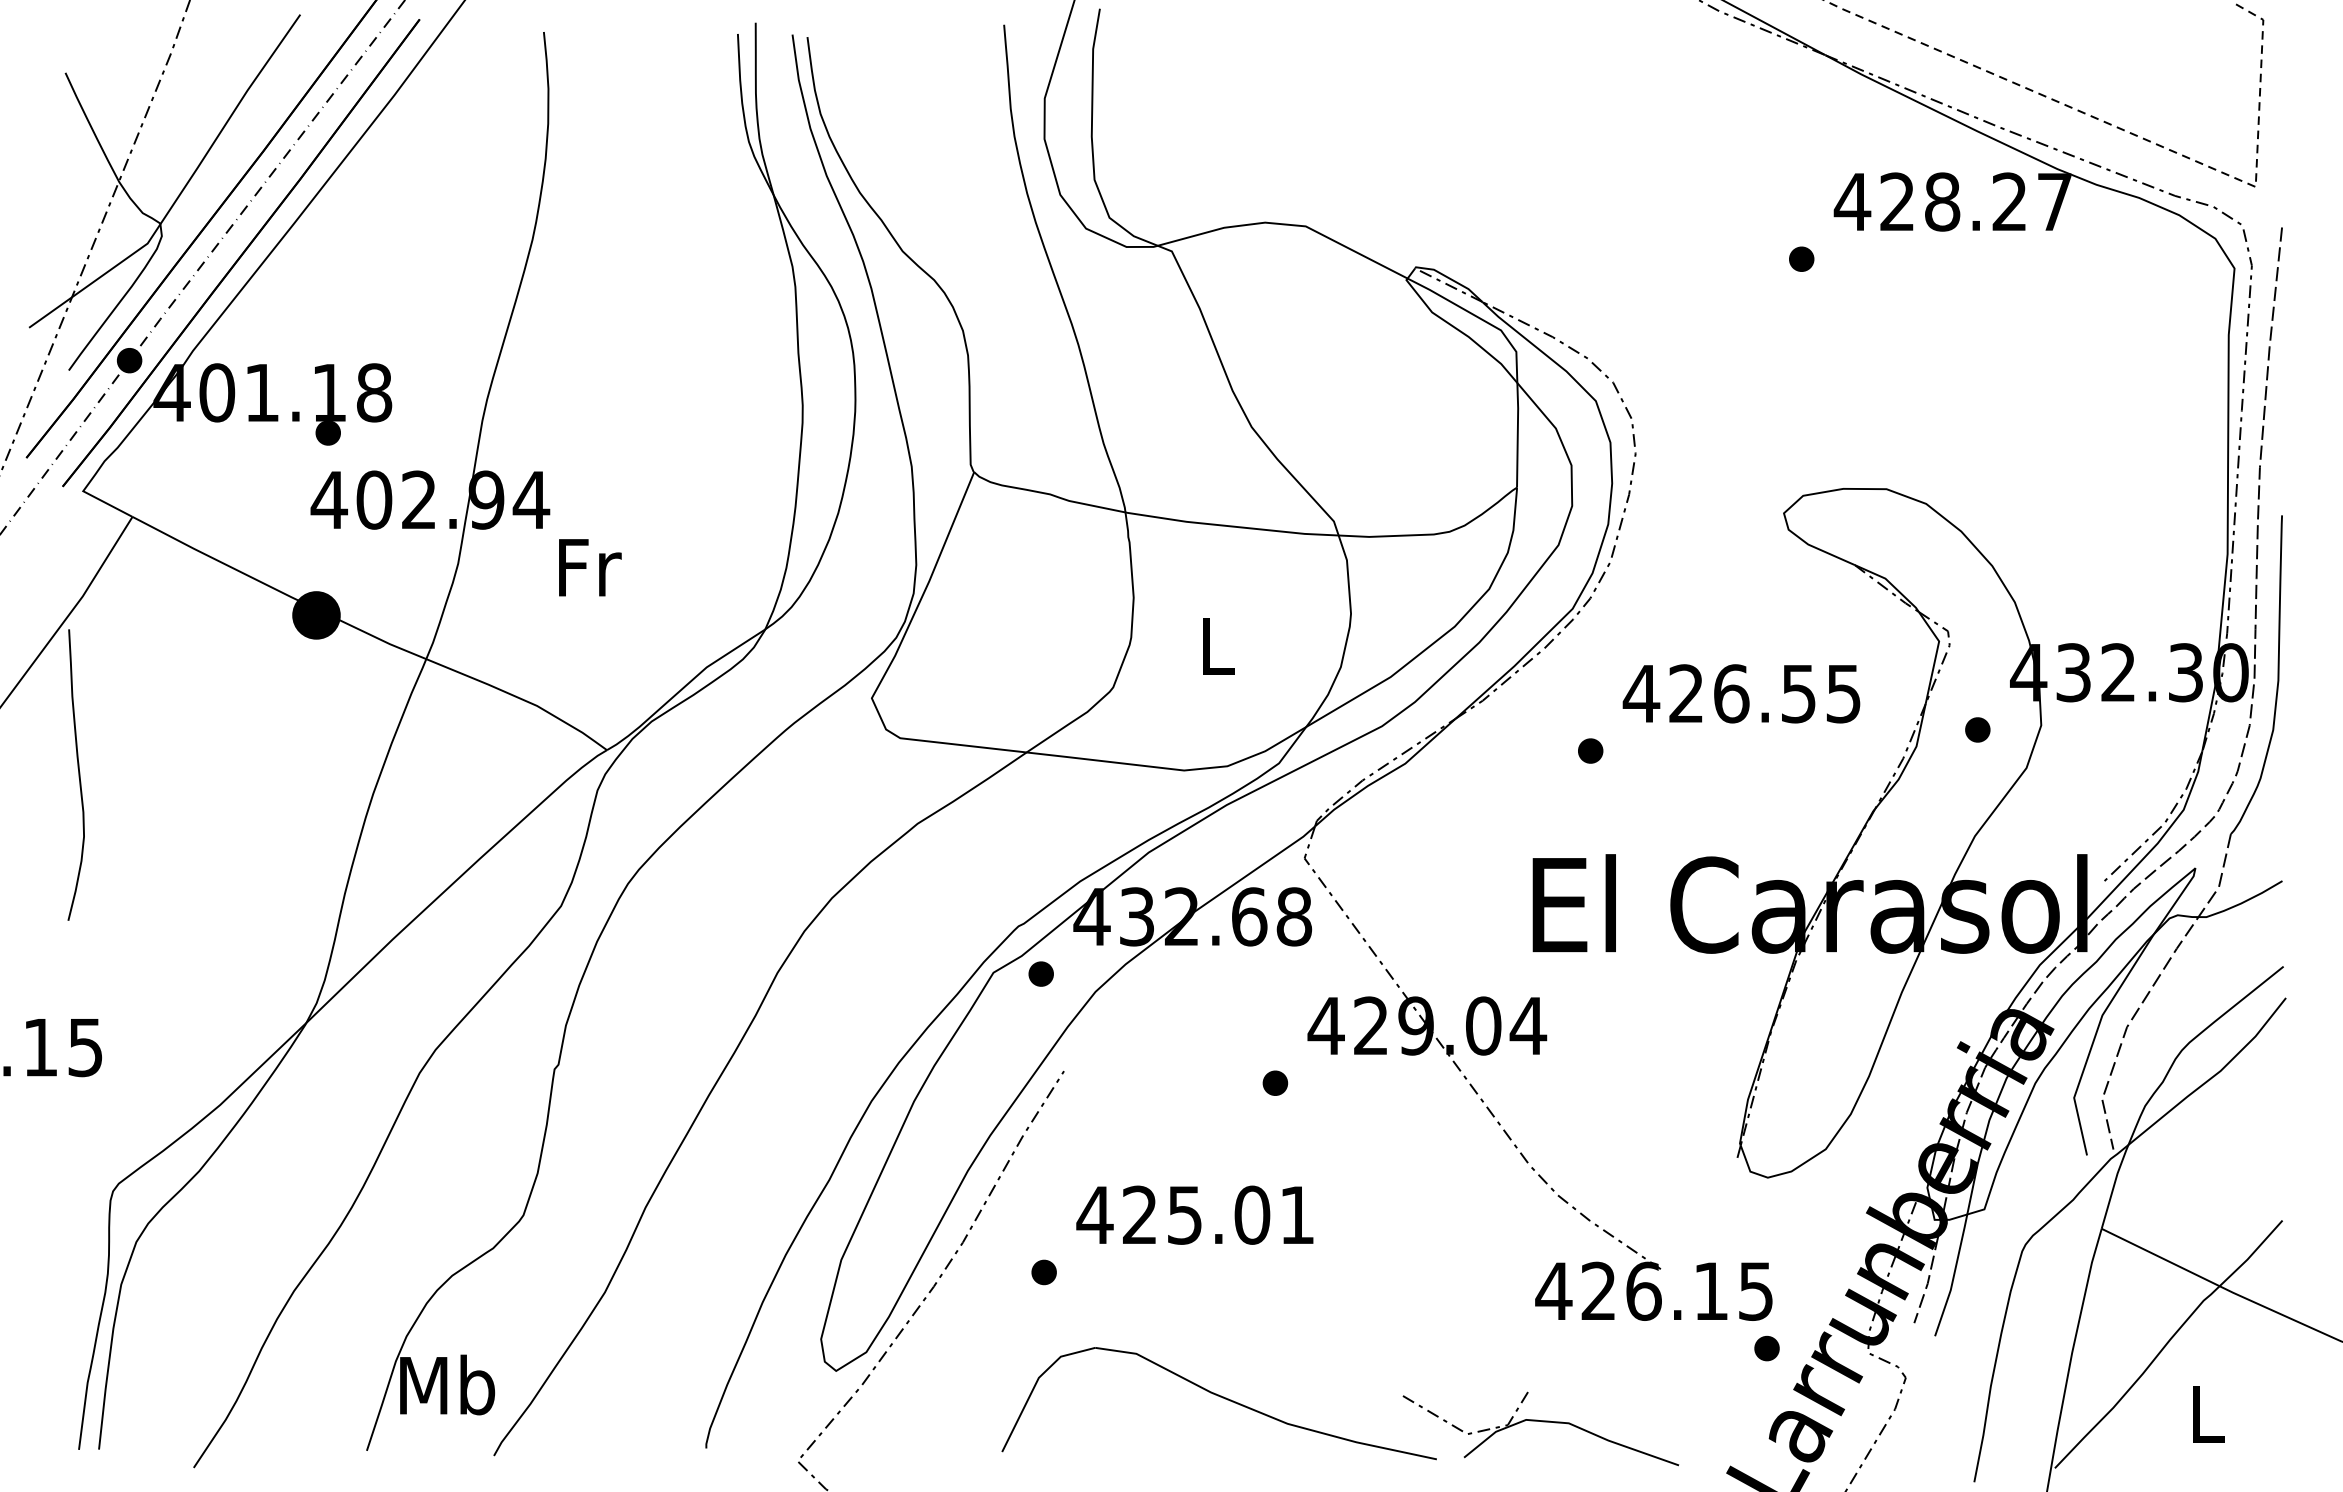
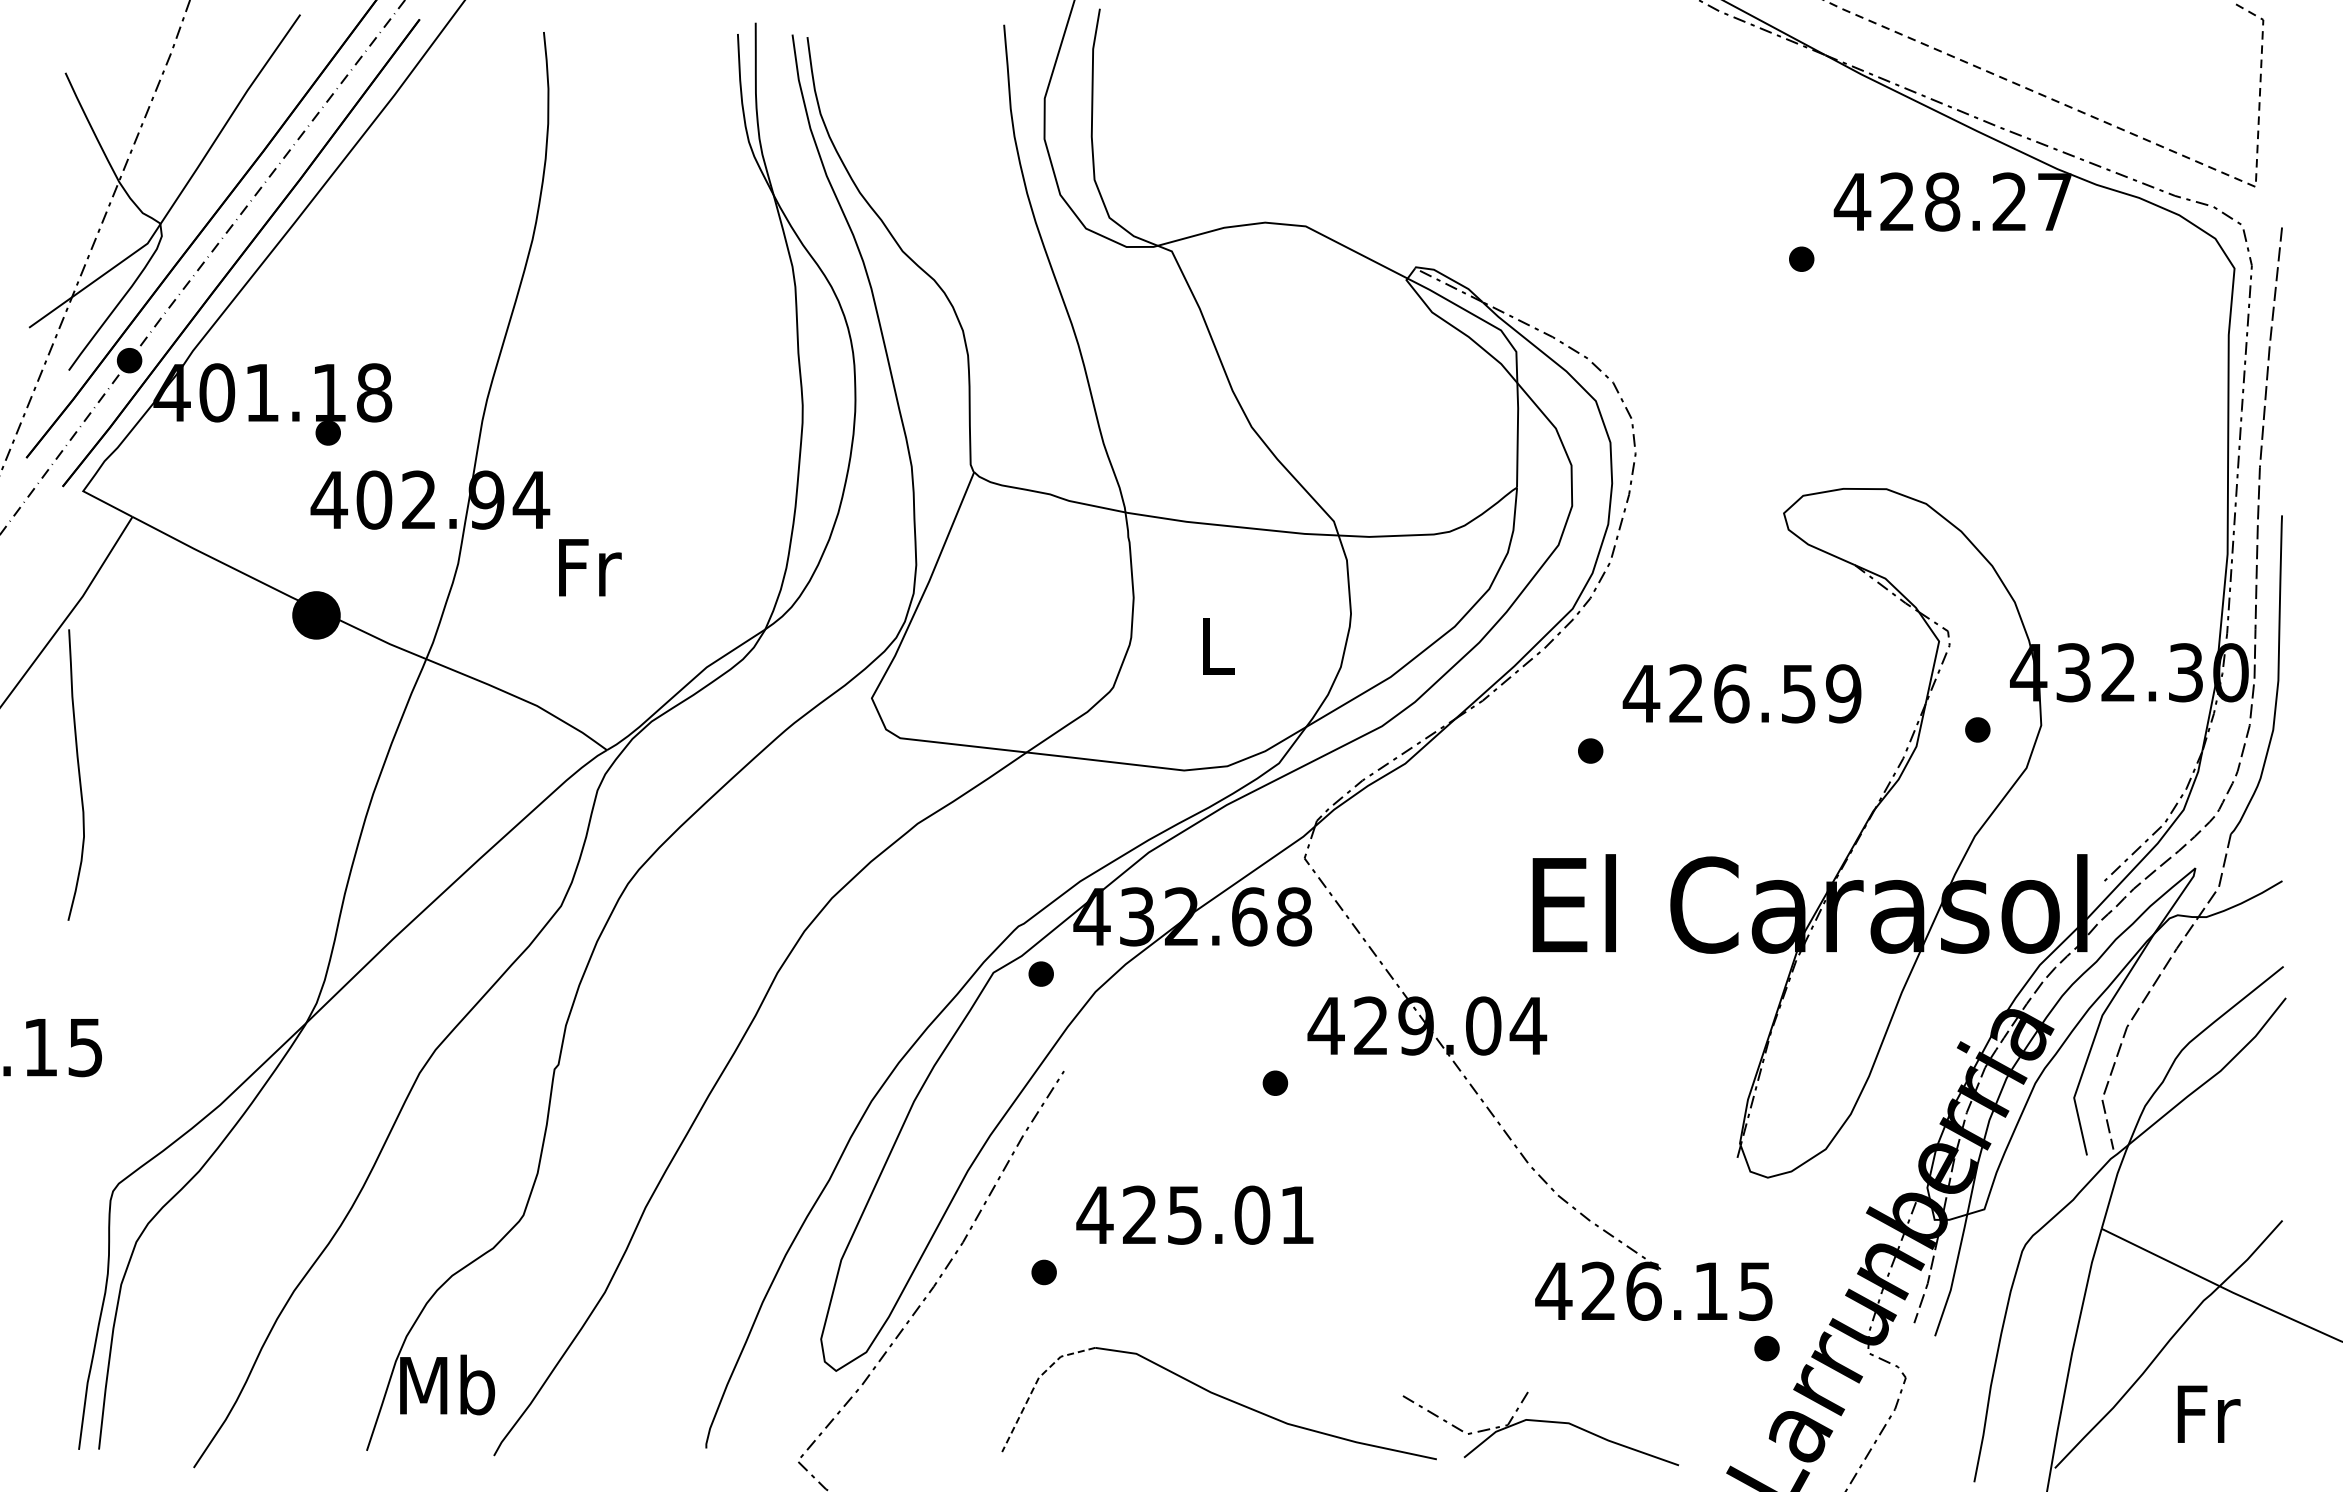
text at (1843, 693): 426.55 -> 426.59
line at (1035, 1384): solid -> dashed
text at (2208, 1413): L -> Fr
